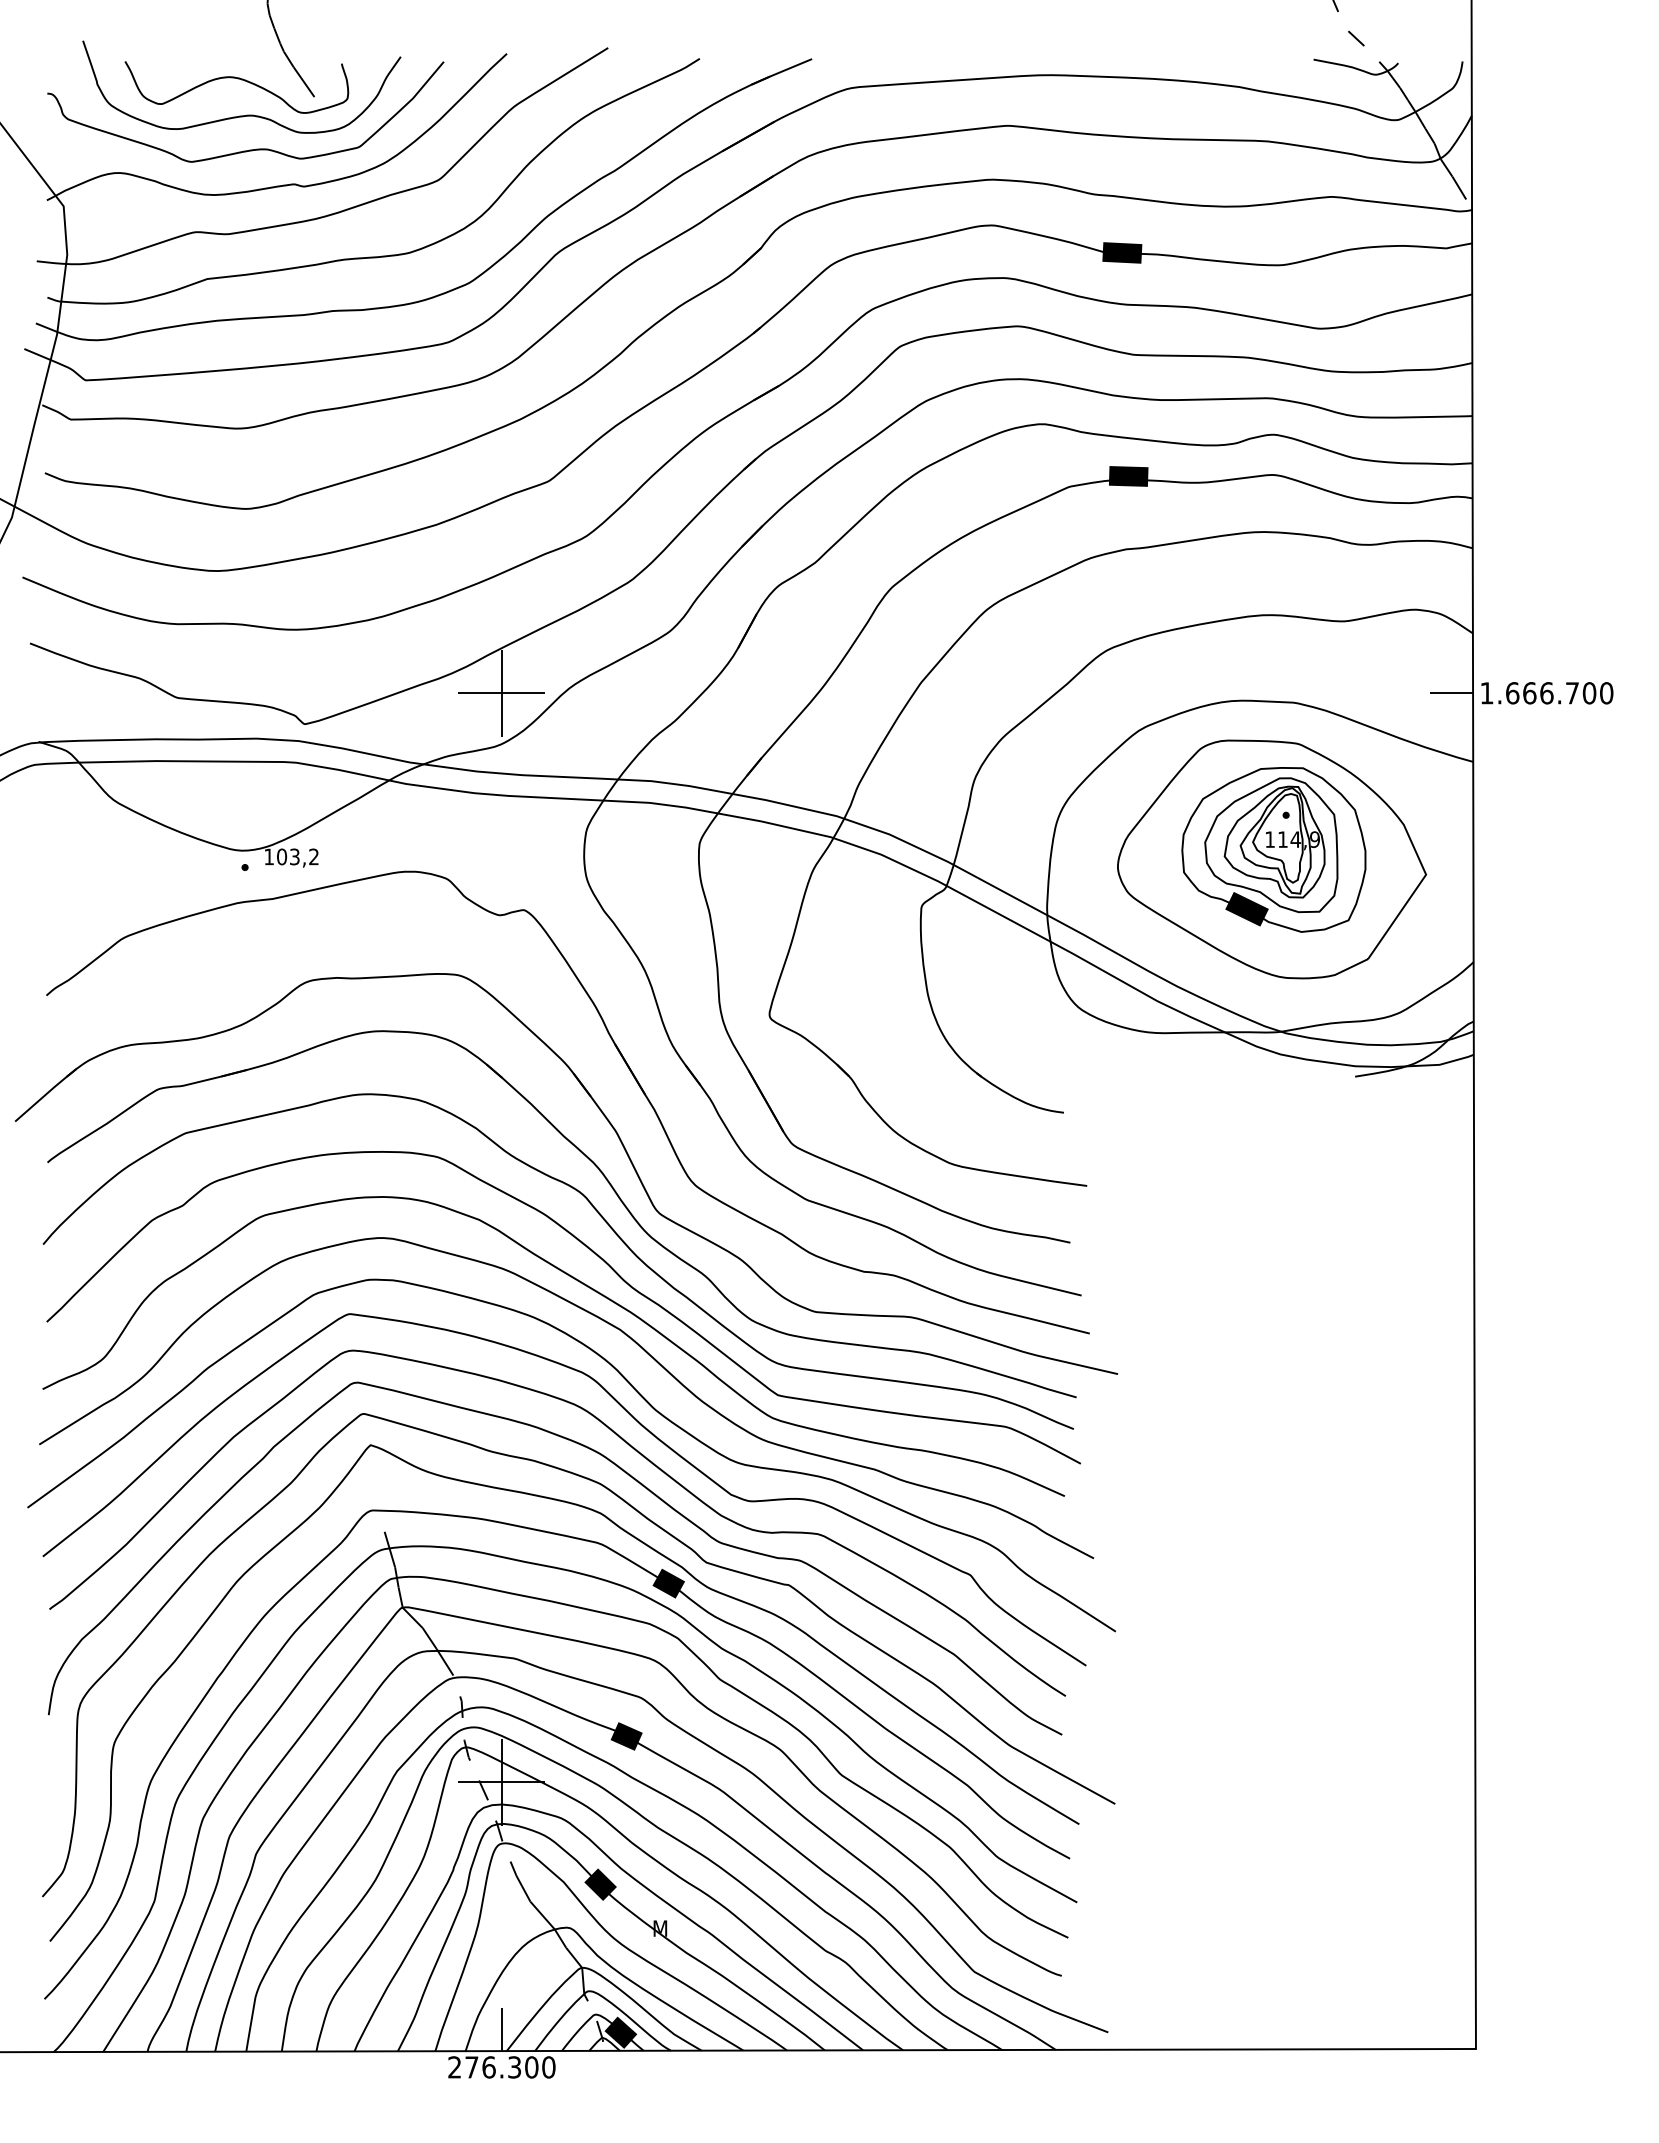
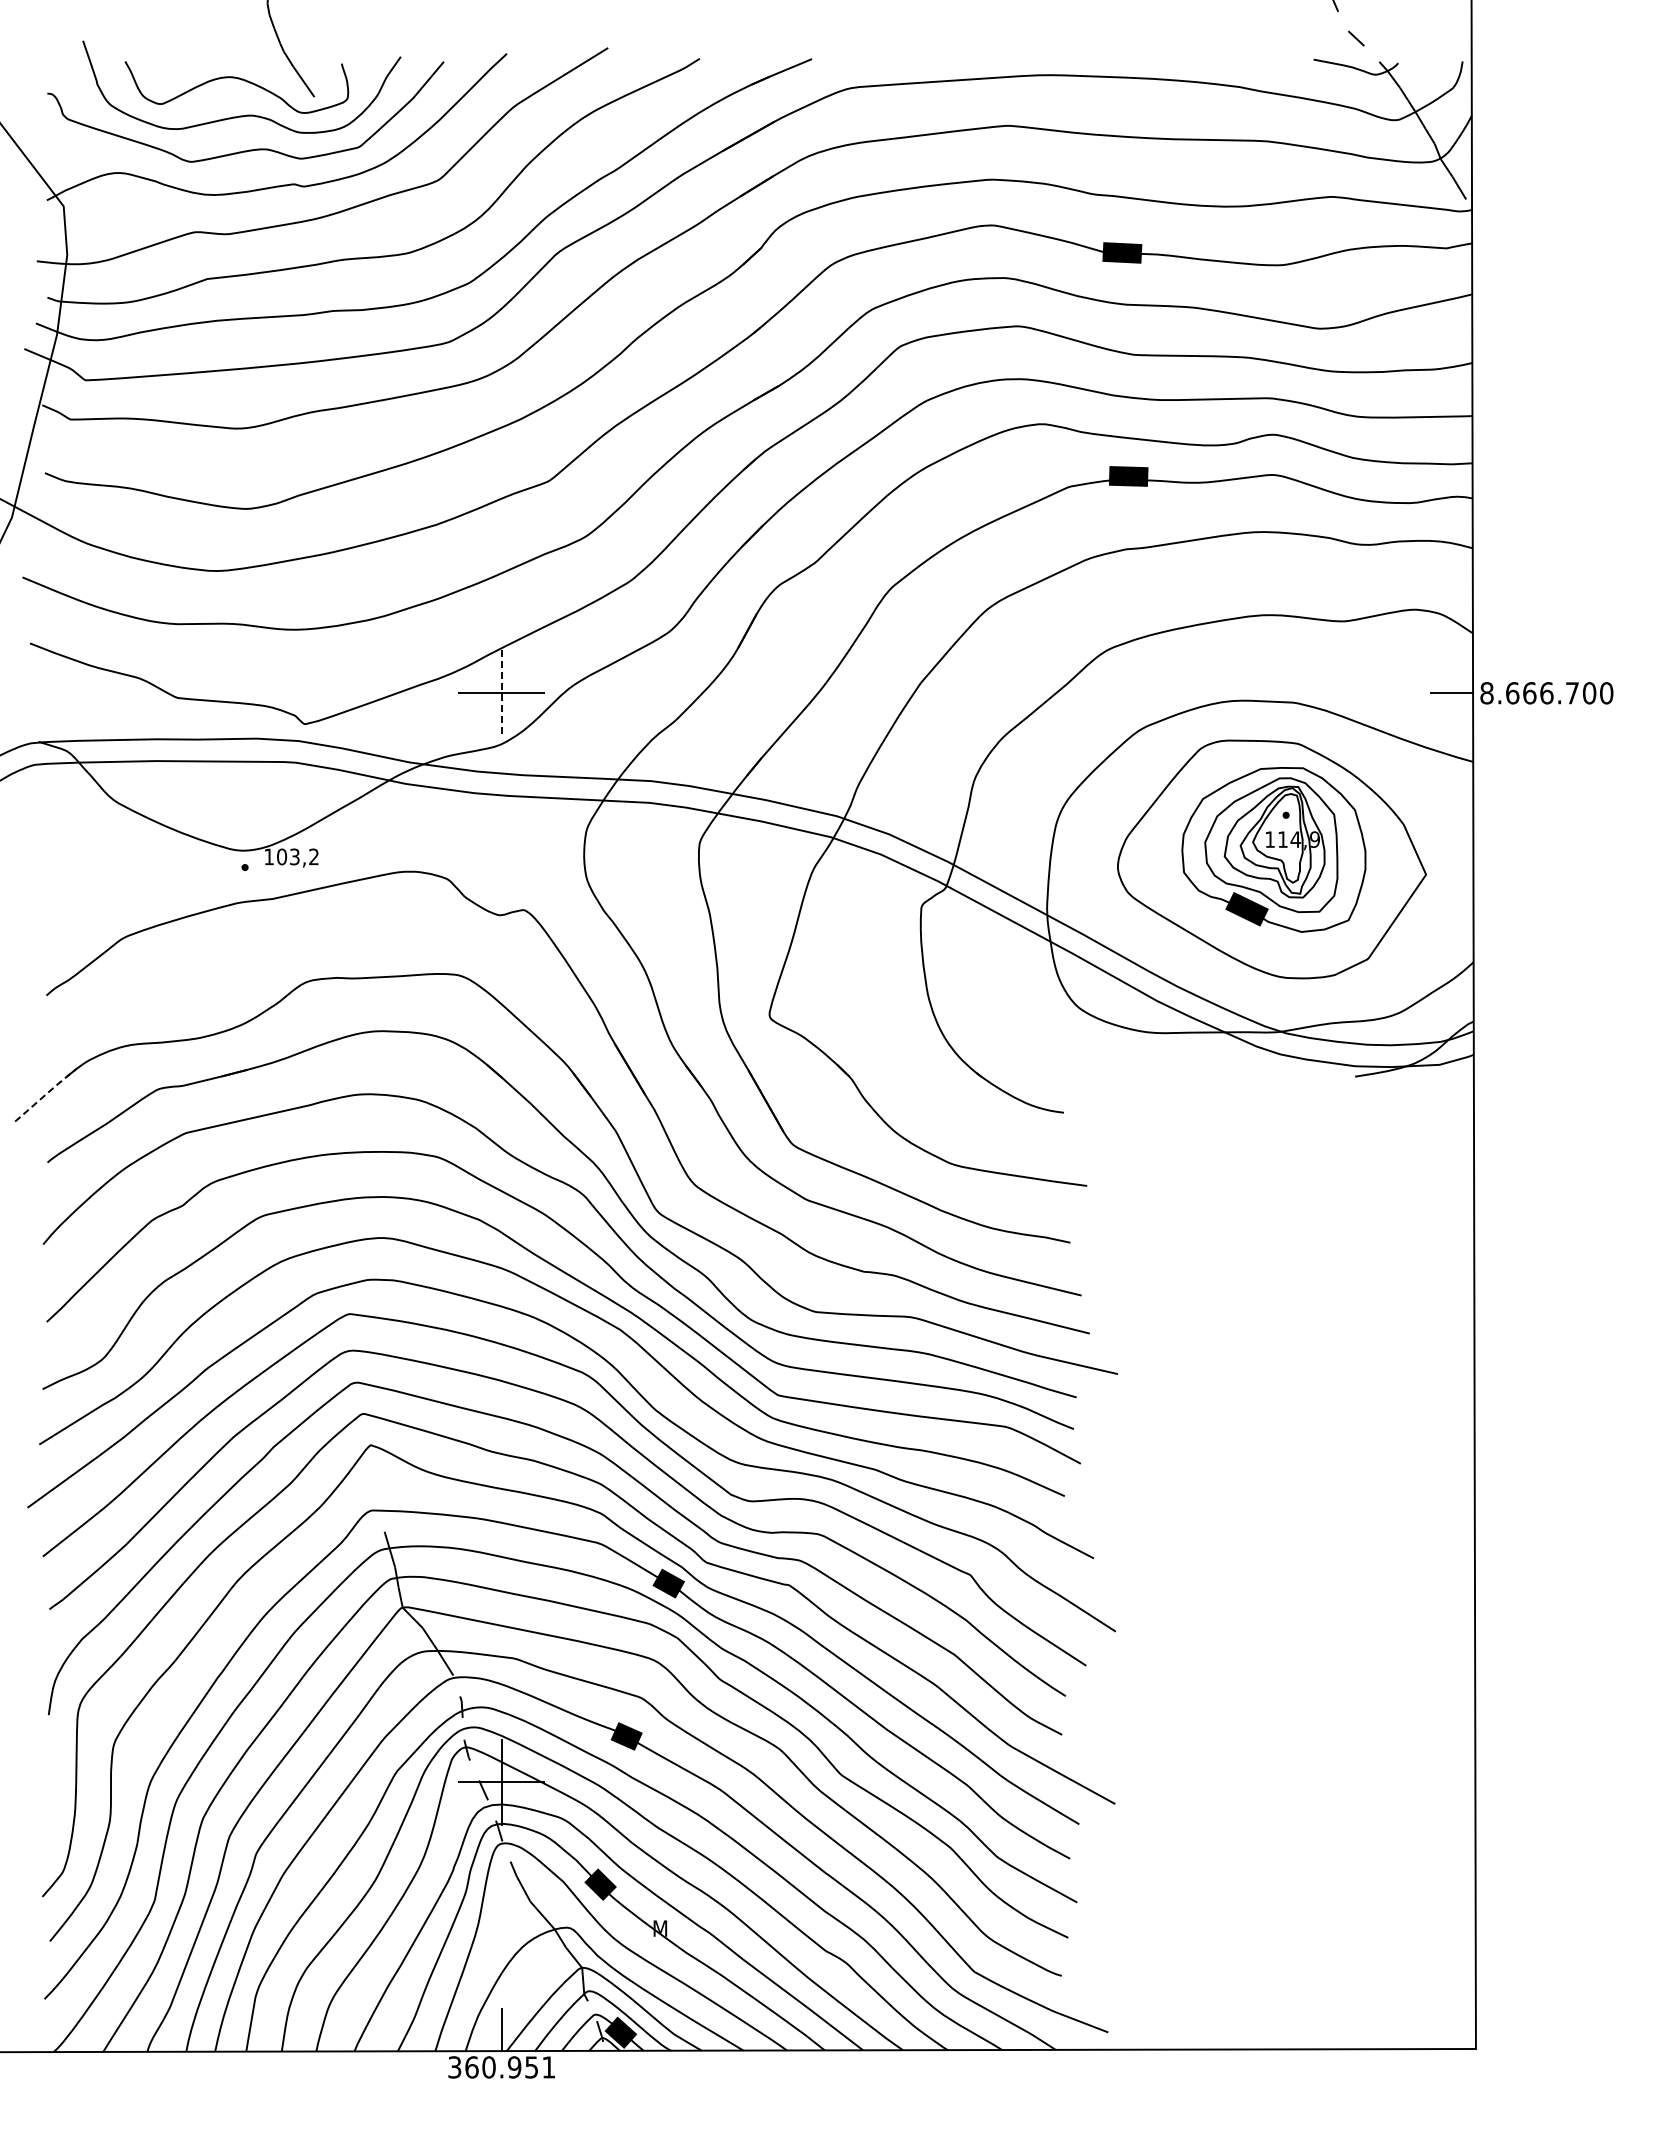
line at (501, 693): solid -> dashed
text at (1486, 693): 1.666.700 -> 8.666.700
line at (46, 1094): solid -> dashed
text at (501, 2067): 276.300 -> 360.951
